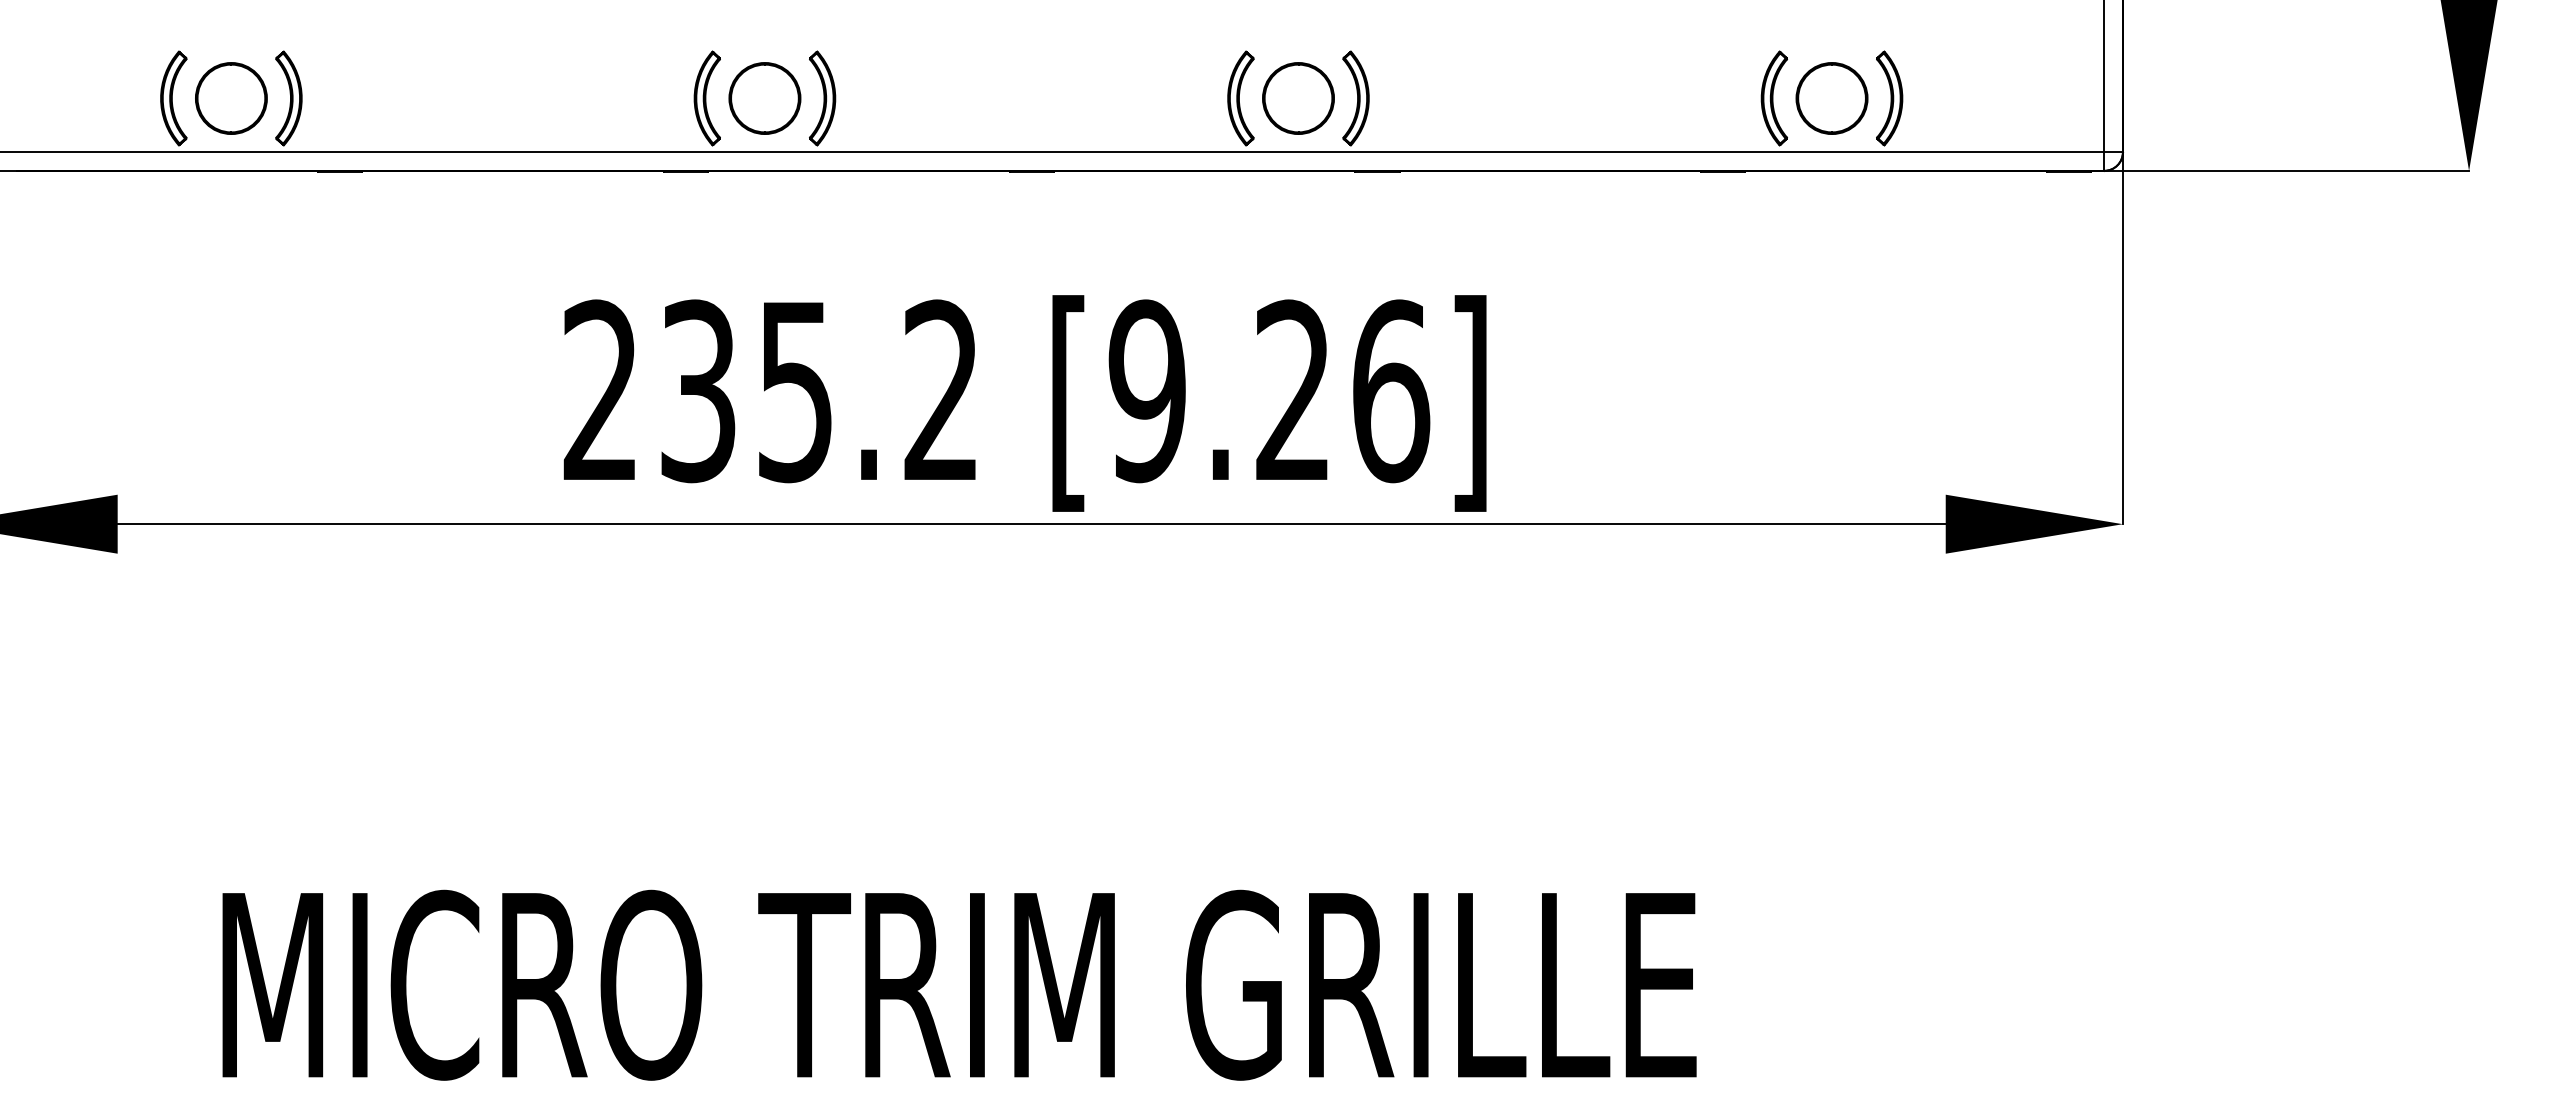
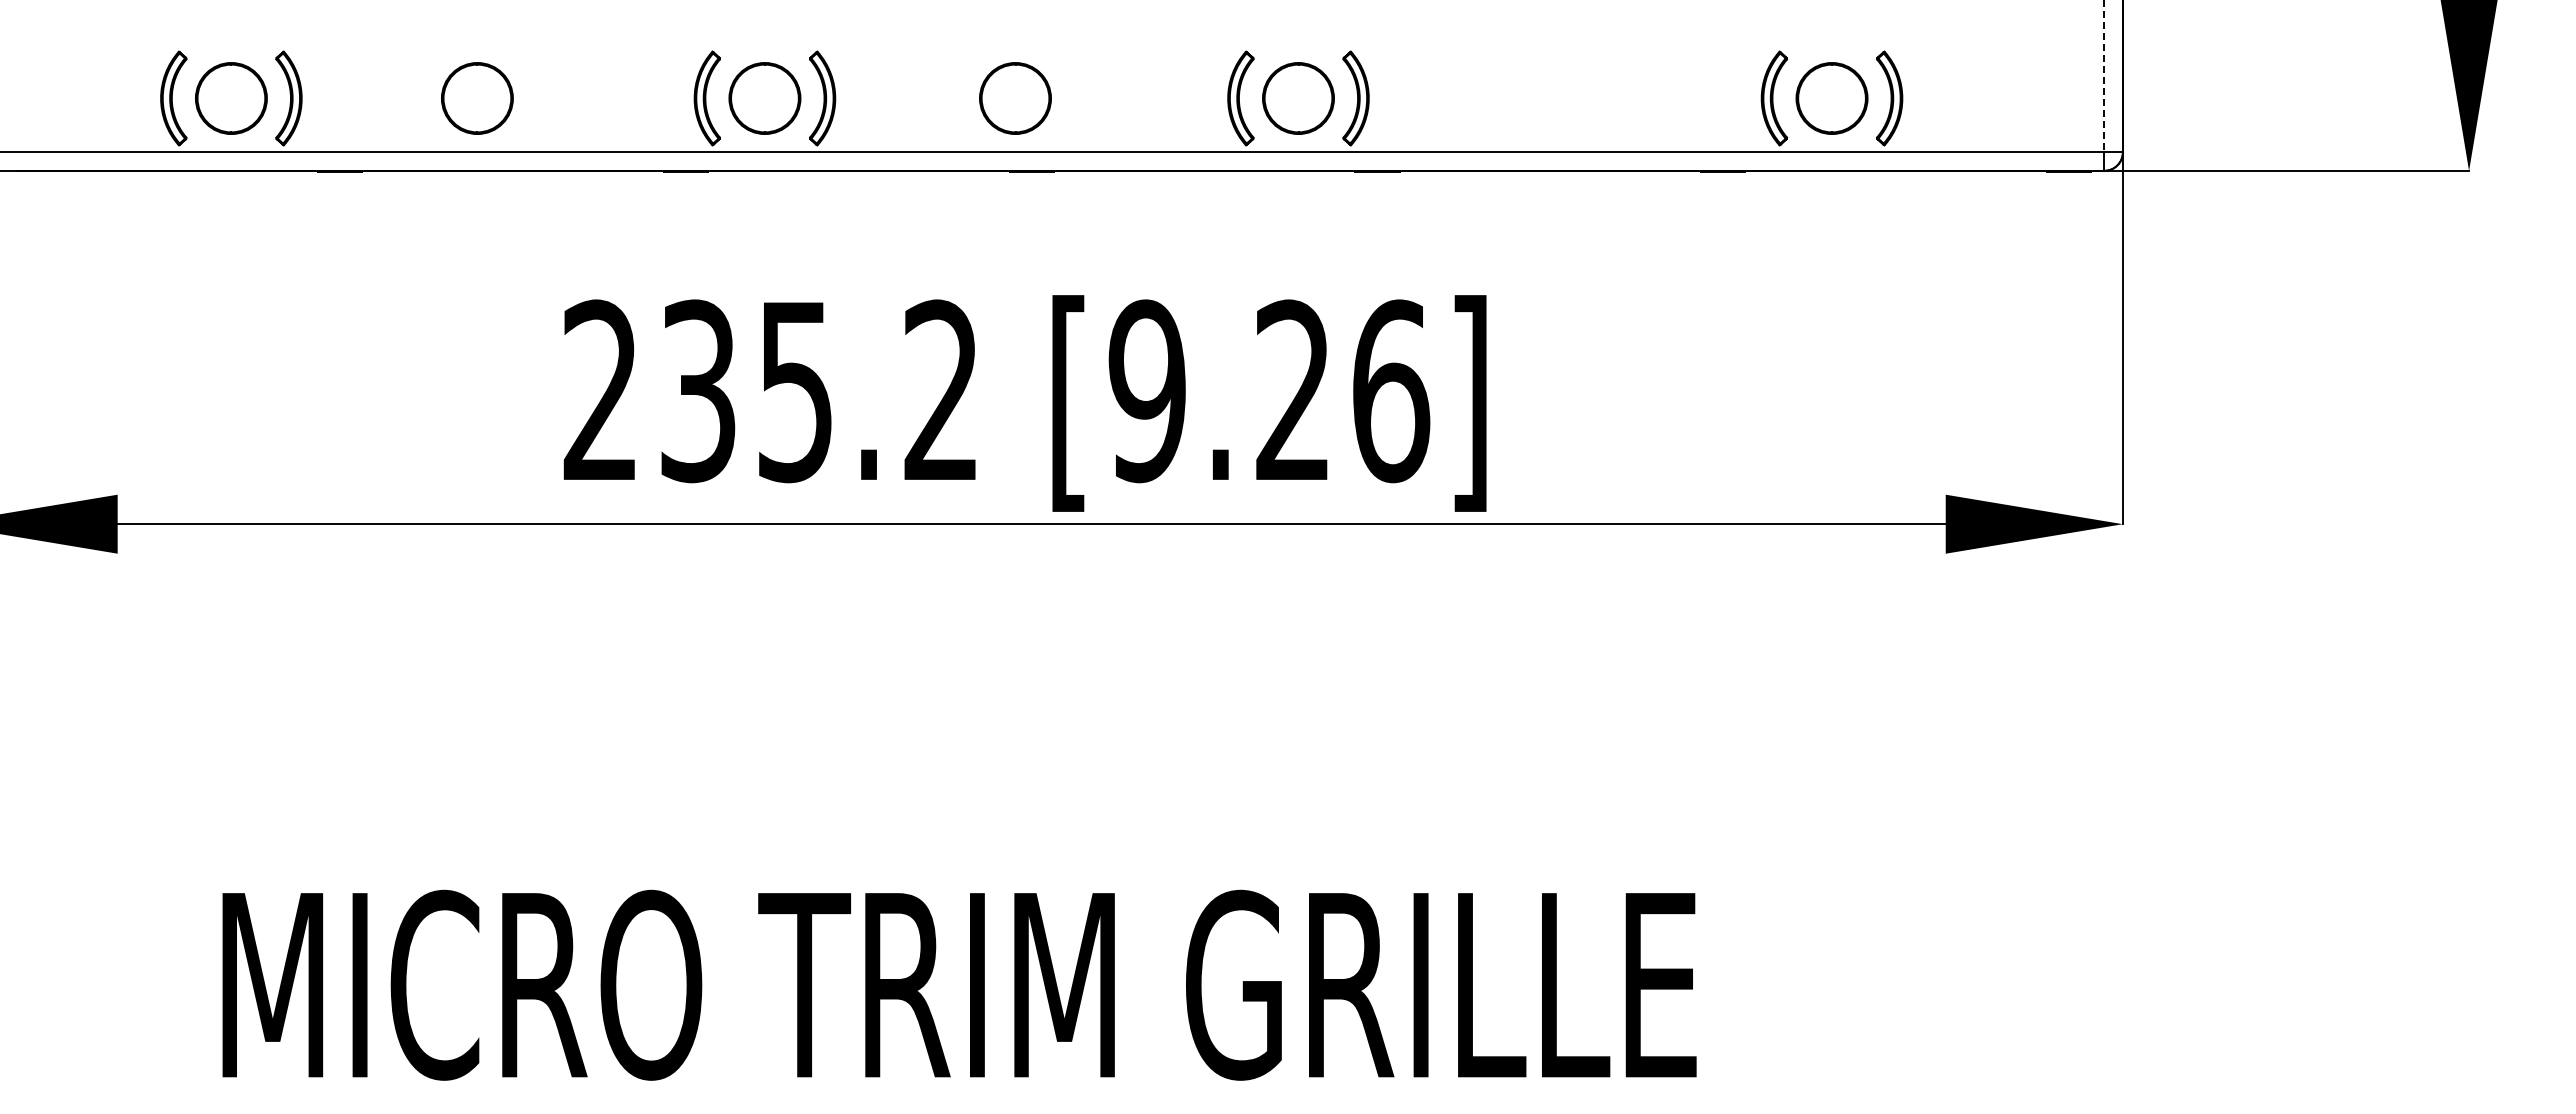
line at (2104, 76): solid -> dashed
circle at (477, 98): none -> present
circle at (1015, 98): none -> present
